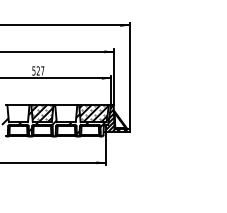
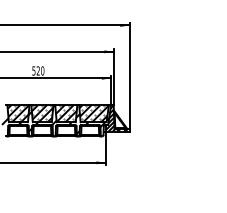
text at (42, 70): 527 -> 520
hatch at (18, 113): none -> present
hatch at (65, 113): none -> present
